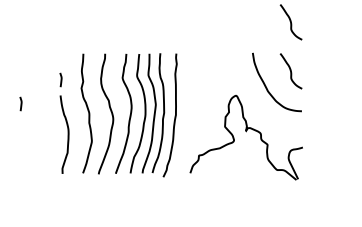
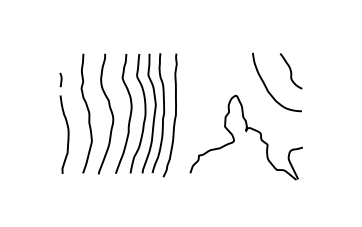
curve at (290, 22): present -> none
curve at (20, 103): present -> none
